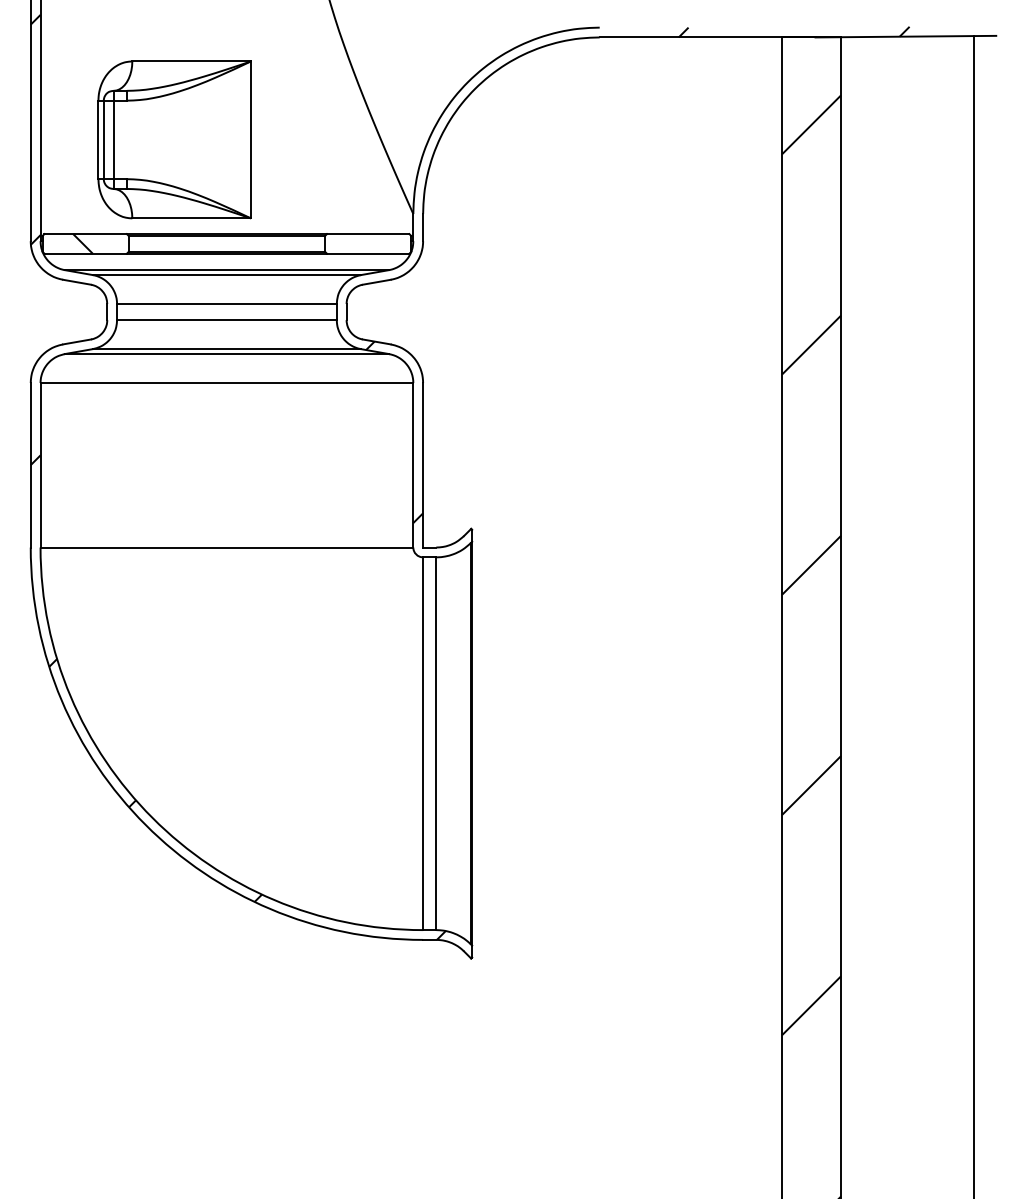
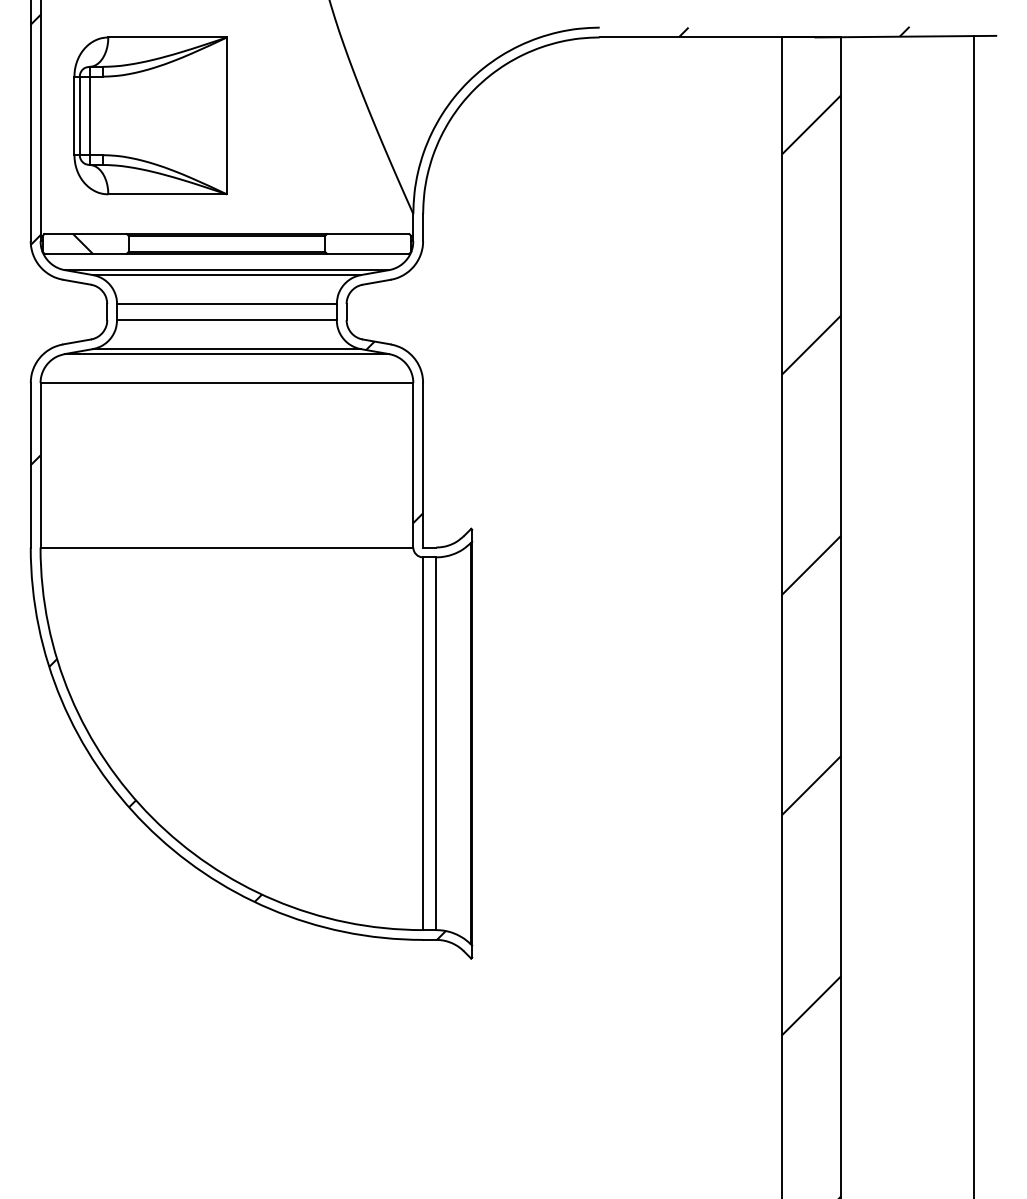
part at (174, 139) position: (174, 139) -> (150, 115)
